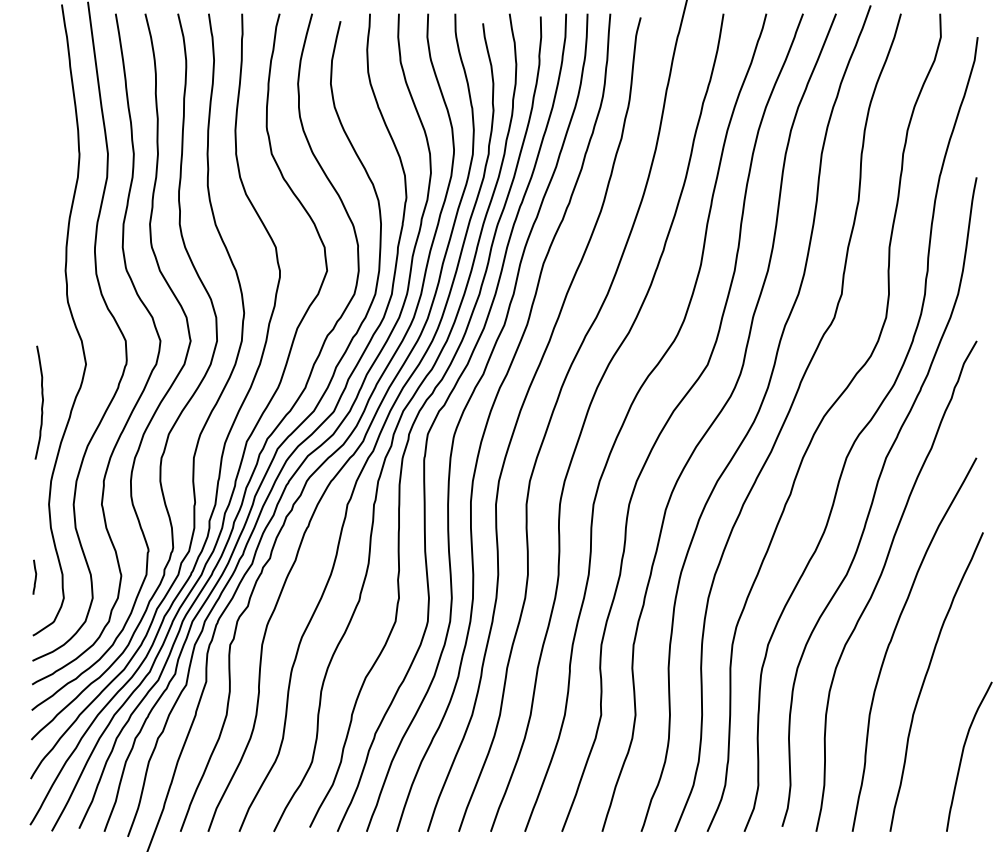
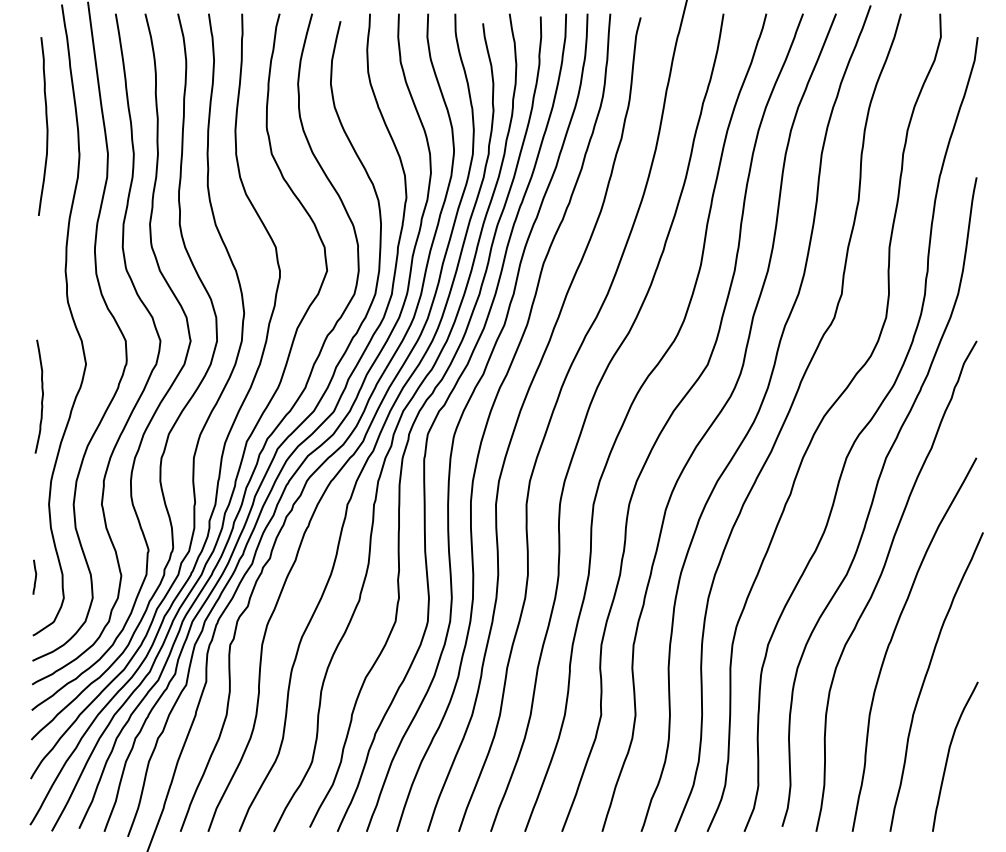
curve at (46, 126): none -> present
curve at (41, 402) position: (41, 402) -> (41, 396)
curve at (963, 754) position: (963, 754) -> (949, 754)
